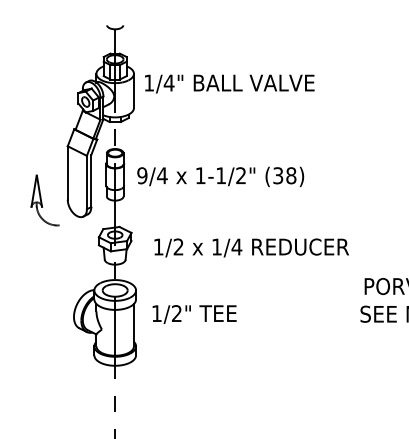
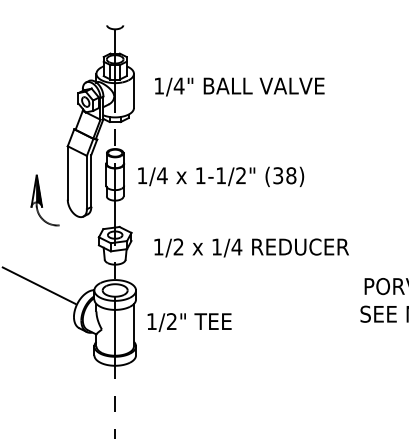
text at (229, 83) position: (229, 83) -> (239, 86)
text at (142, 175): 9/4 -> 1/4
hatch at (38, 189): none -> present
line at (39, 285): none -> present
text at (194, 314) position: (194, 314) -> (189, 322)
